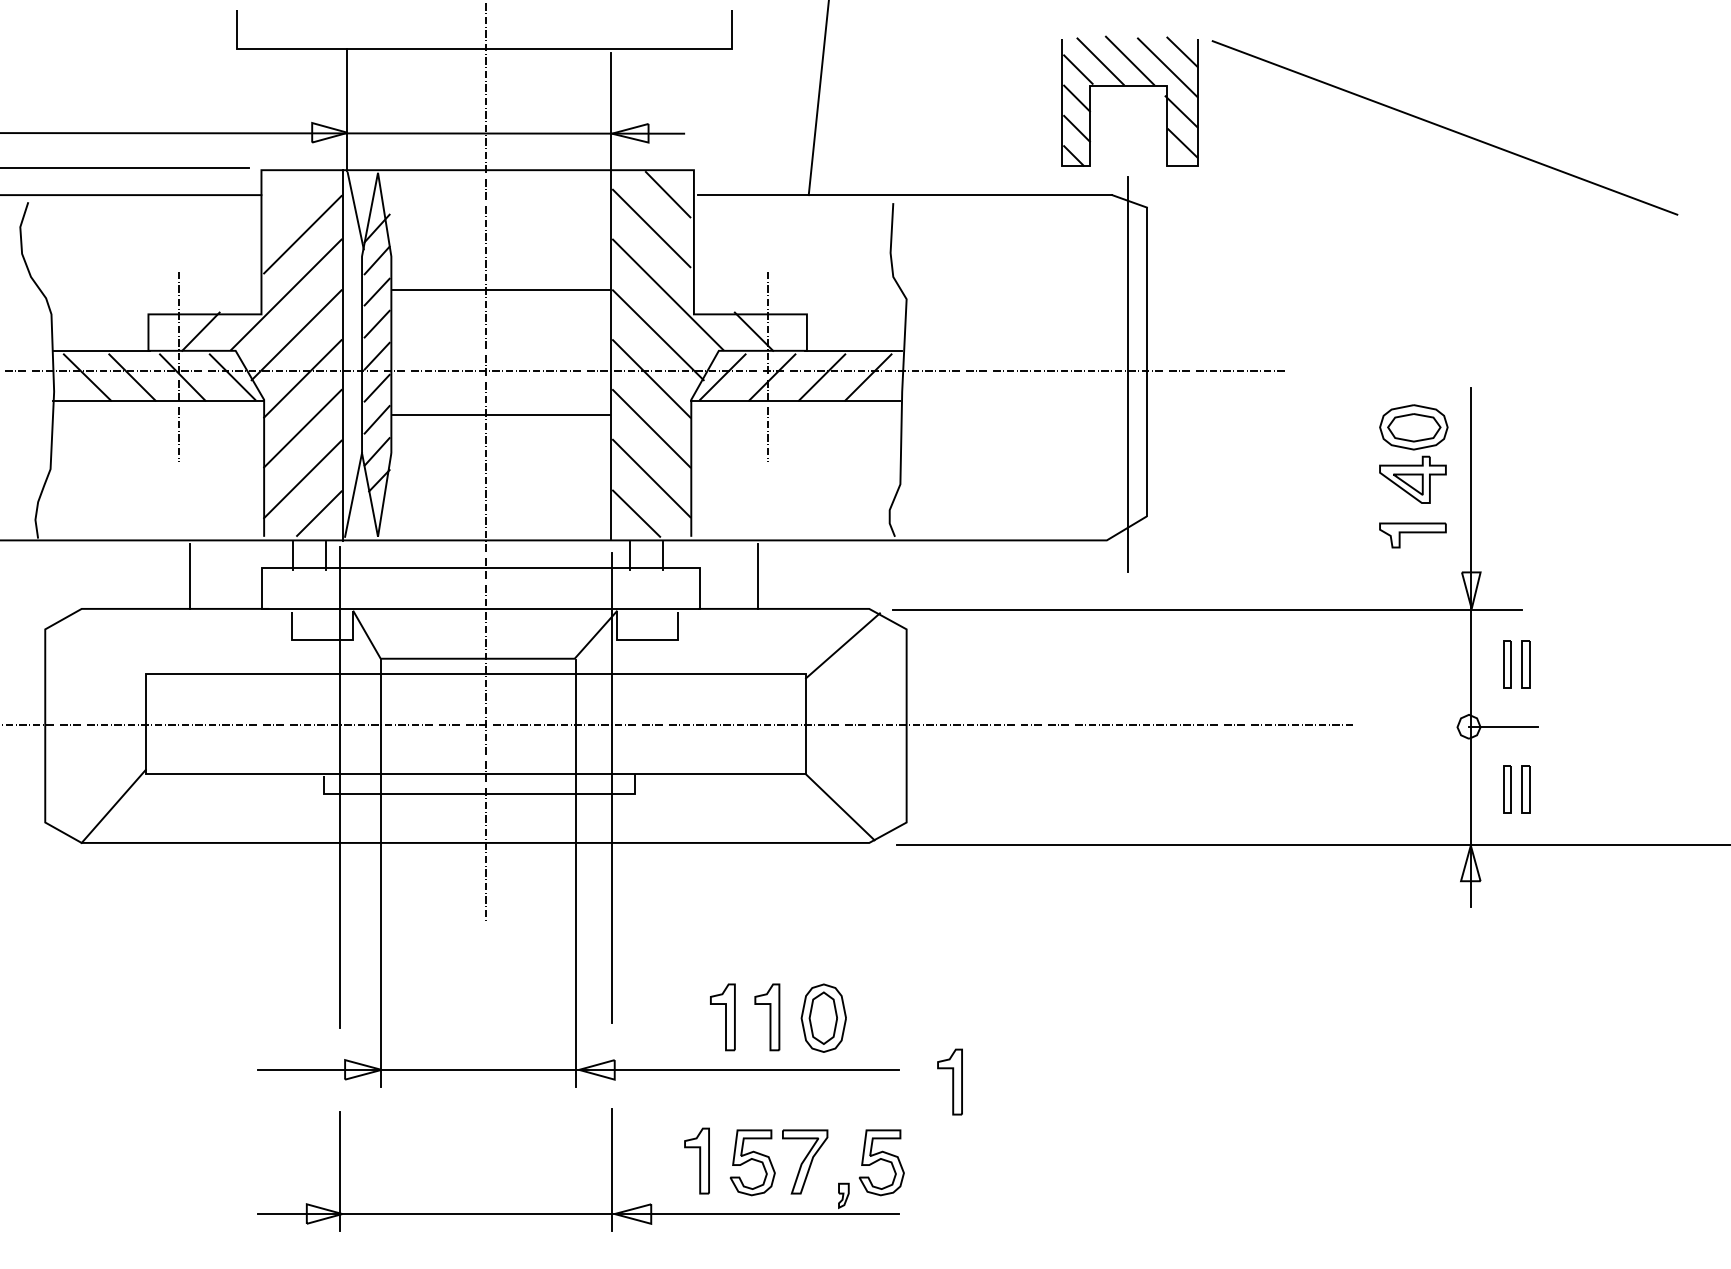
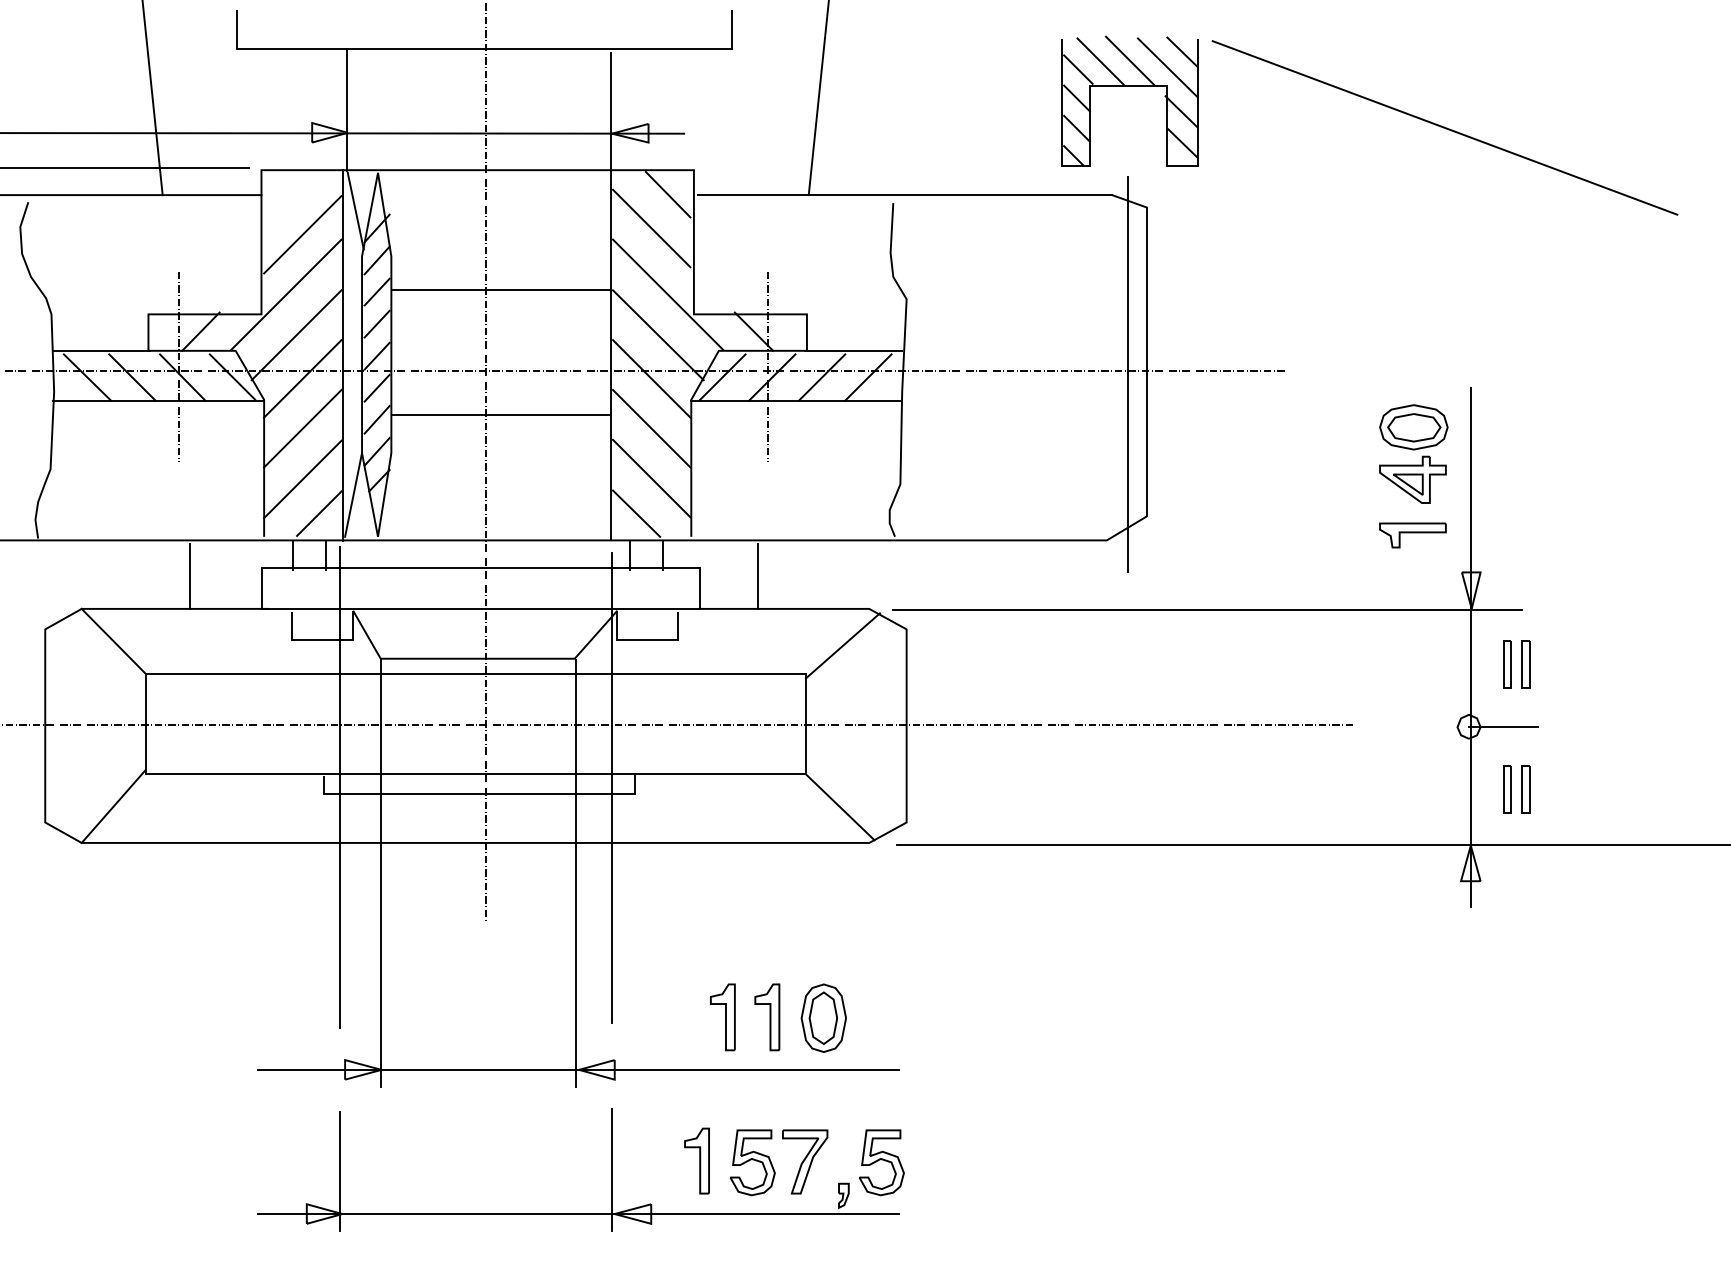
line at (152, 98): none -> present
line at (113, 640): none -> present
part at (949, 1081): present -> none
